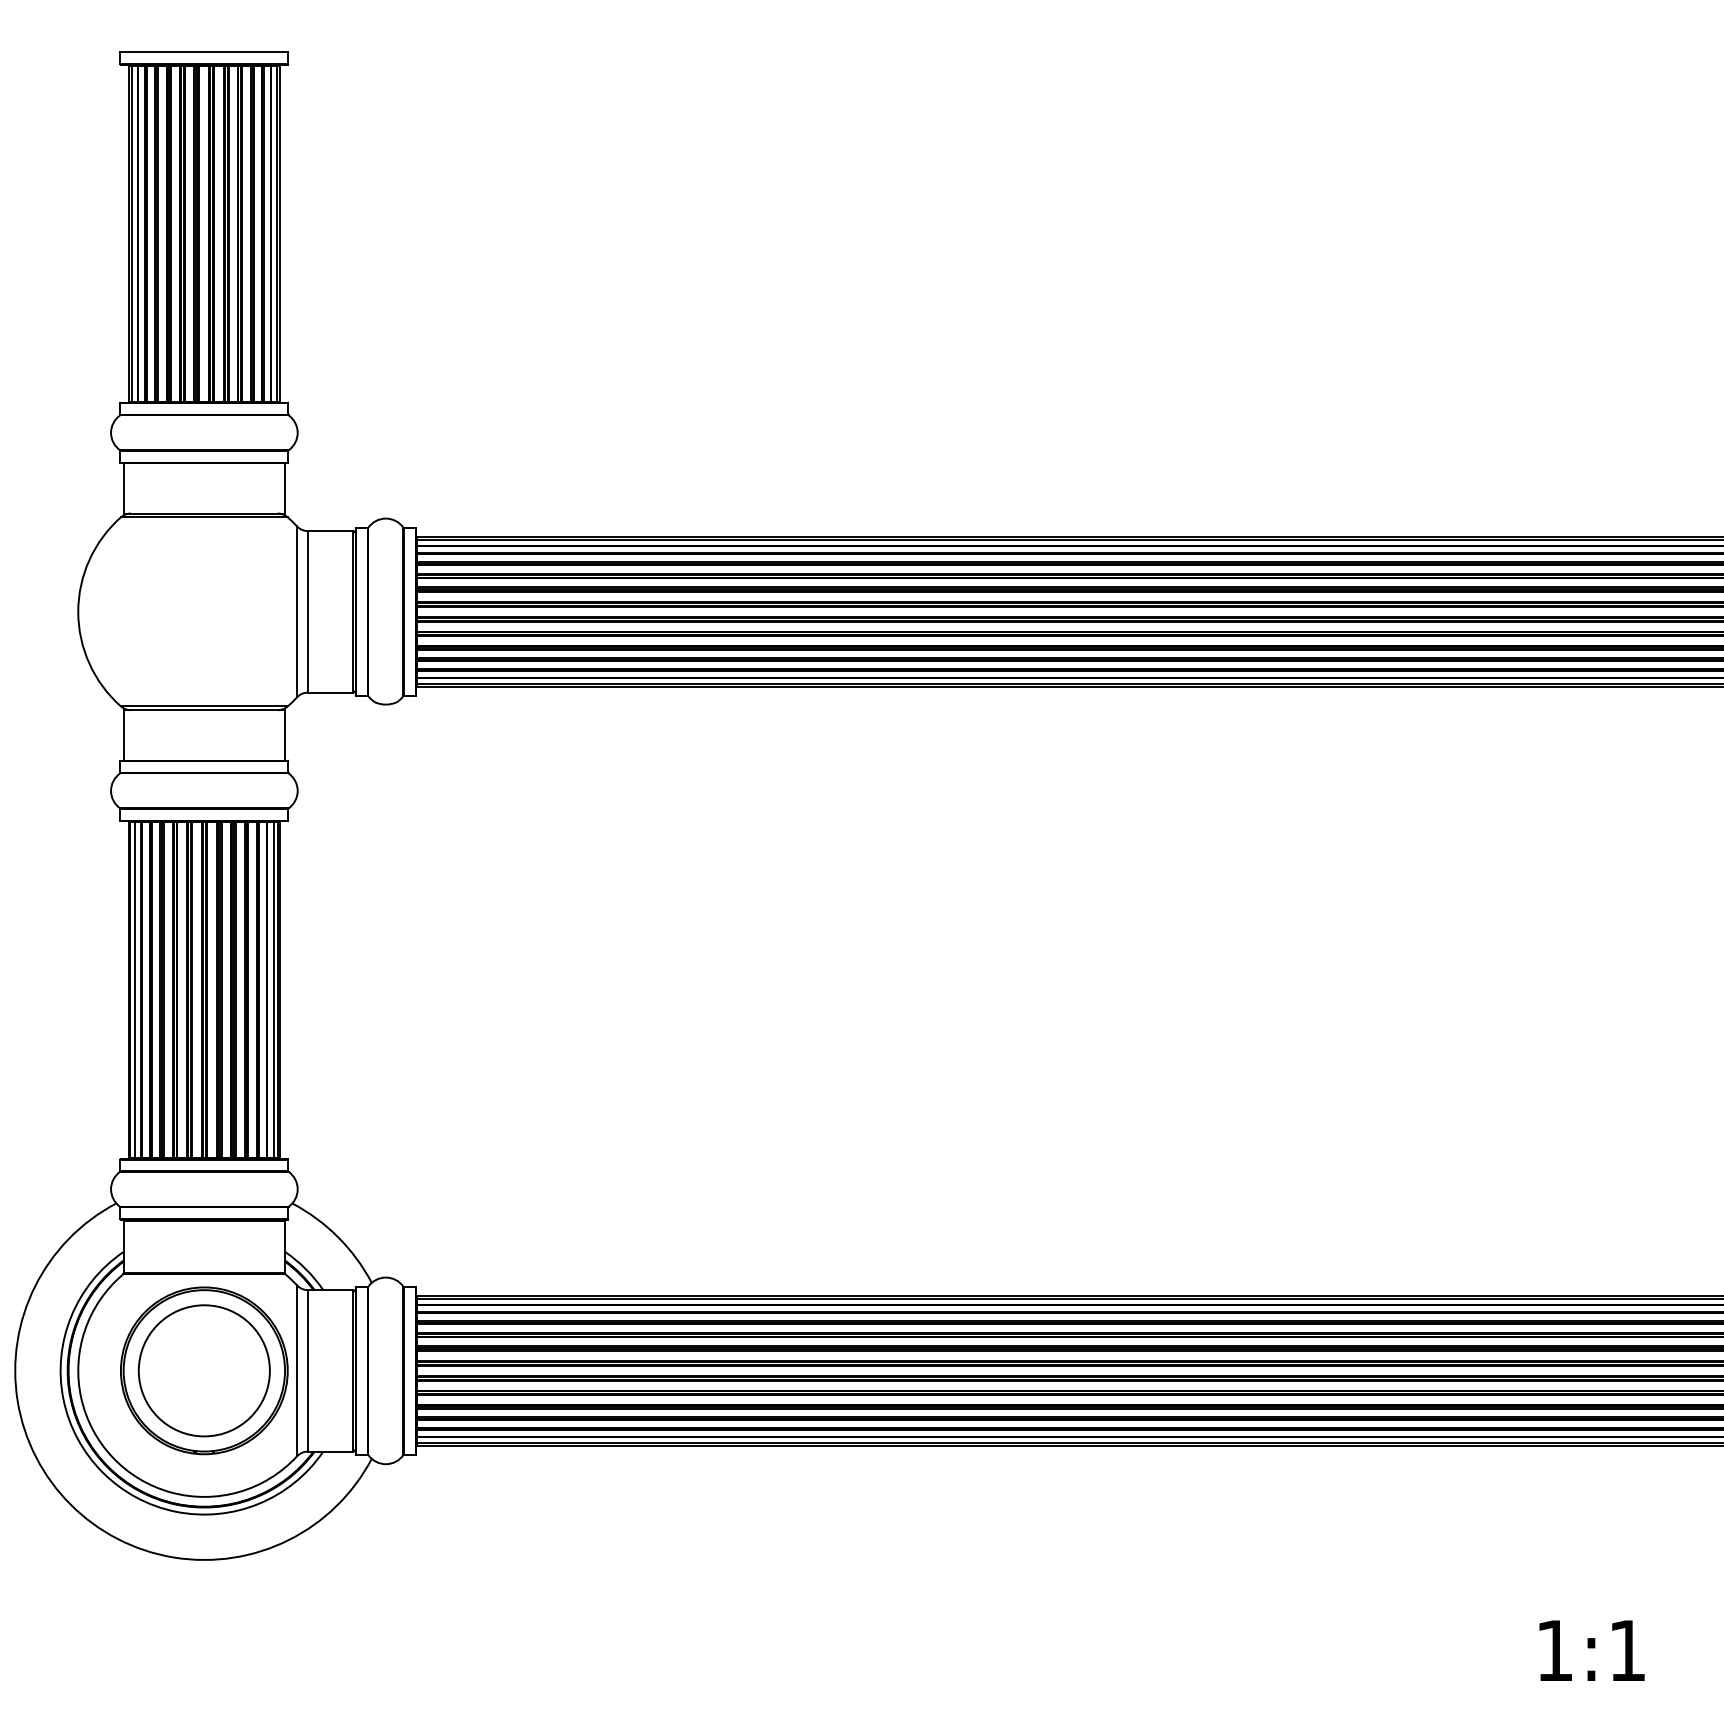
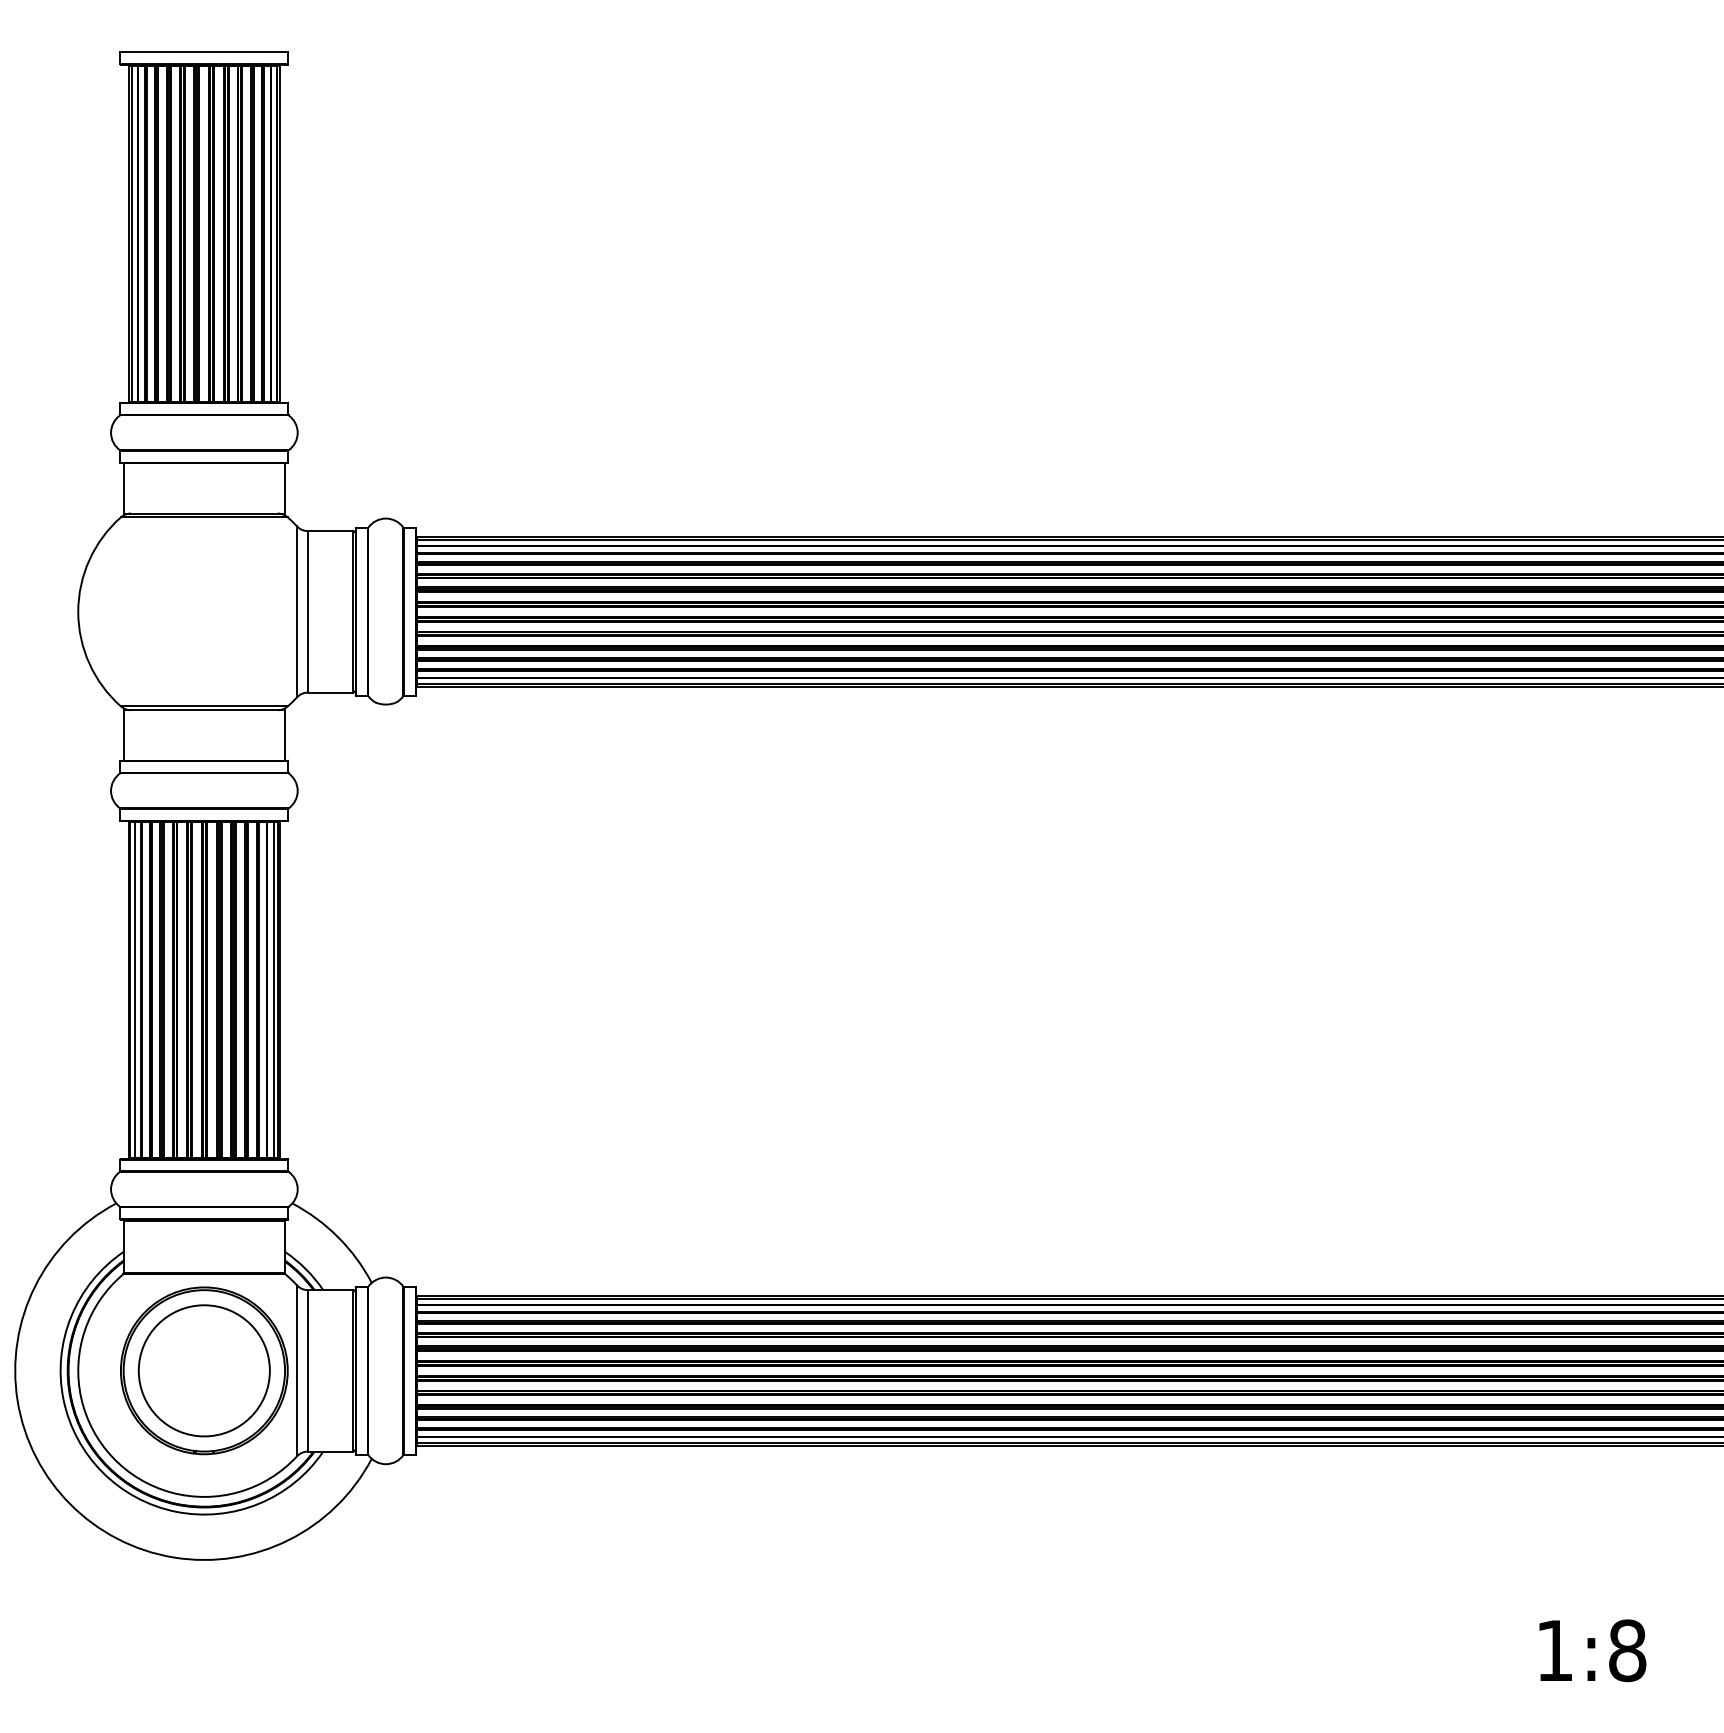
text at (1627, 1650): 1:1 -> 1:8
